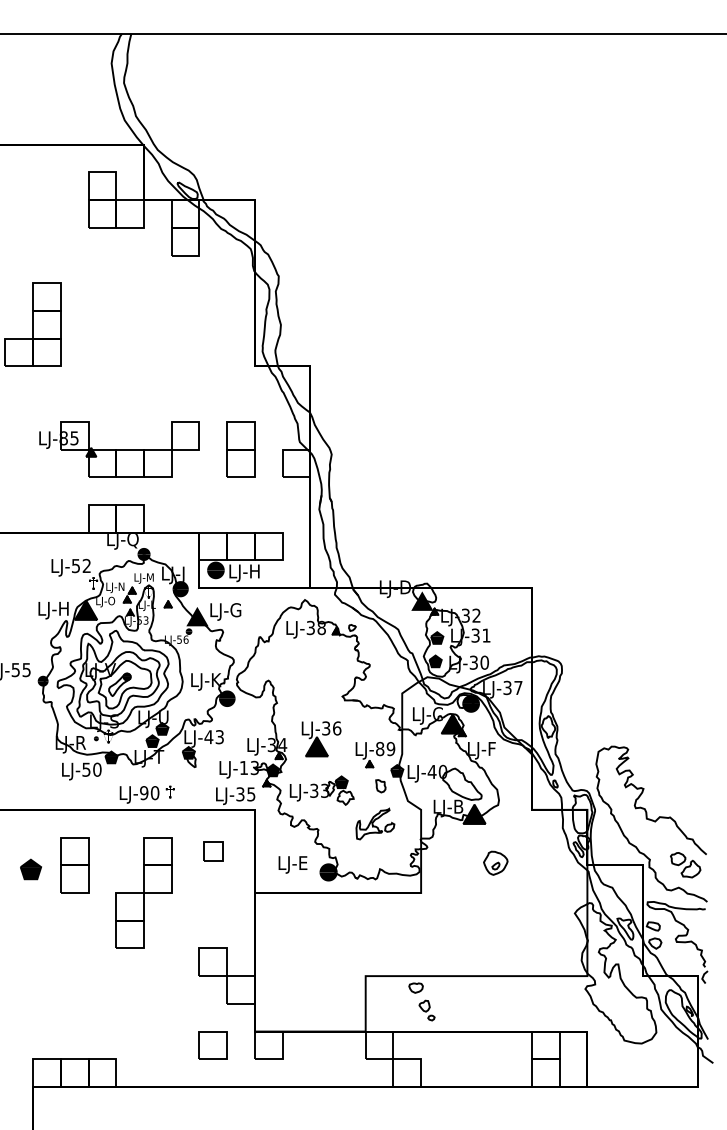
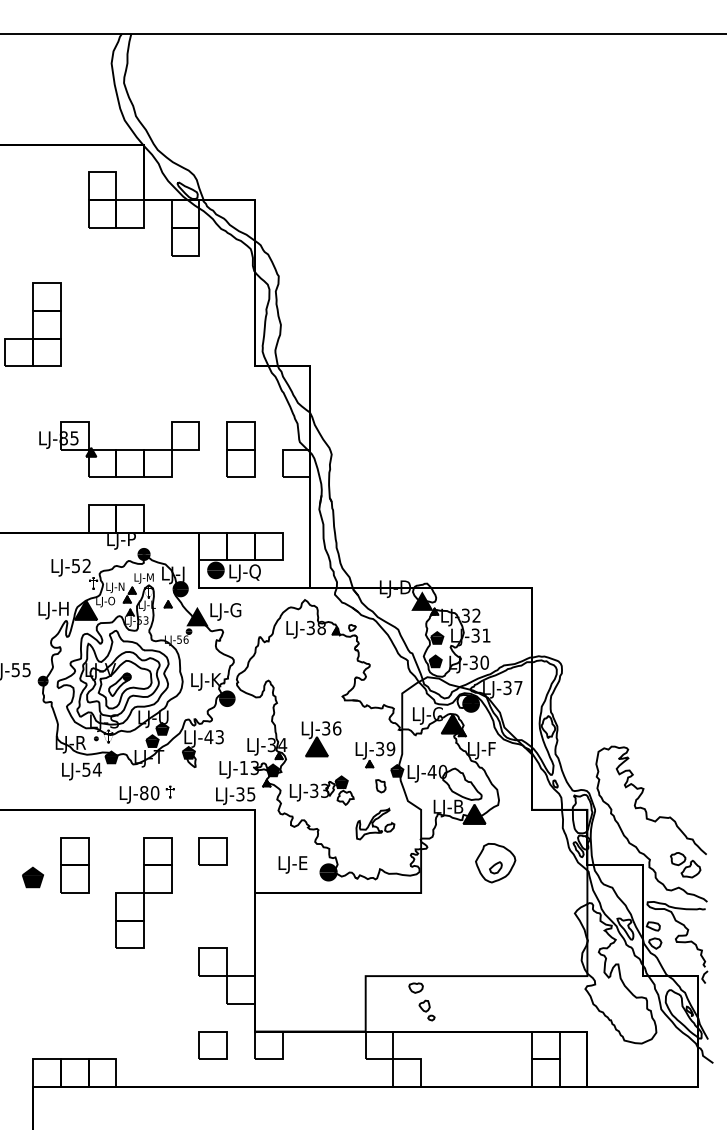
text at (132, 541): LJ-Q -> LJ-P
text at (254, 572): LJ-H -> LJ-Q
text at (380, 749): LJ-89 -> LJ-39
text at (96, 769): LJ-50 -> LJ-54
text at (144, 793): LJ-90 -> LJ-80
part at (213, 851) size: 21x21 px -> 30x29 px
part at (495, 862) size: 26x26 px -> 42x41 px
part at (30, 869) position: (30, 869) -> (32, 877)
